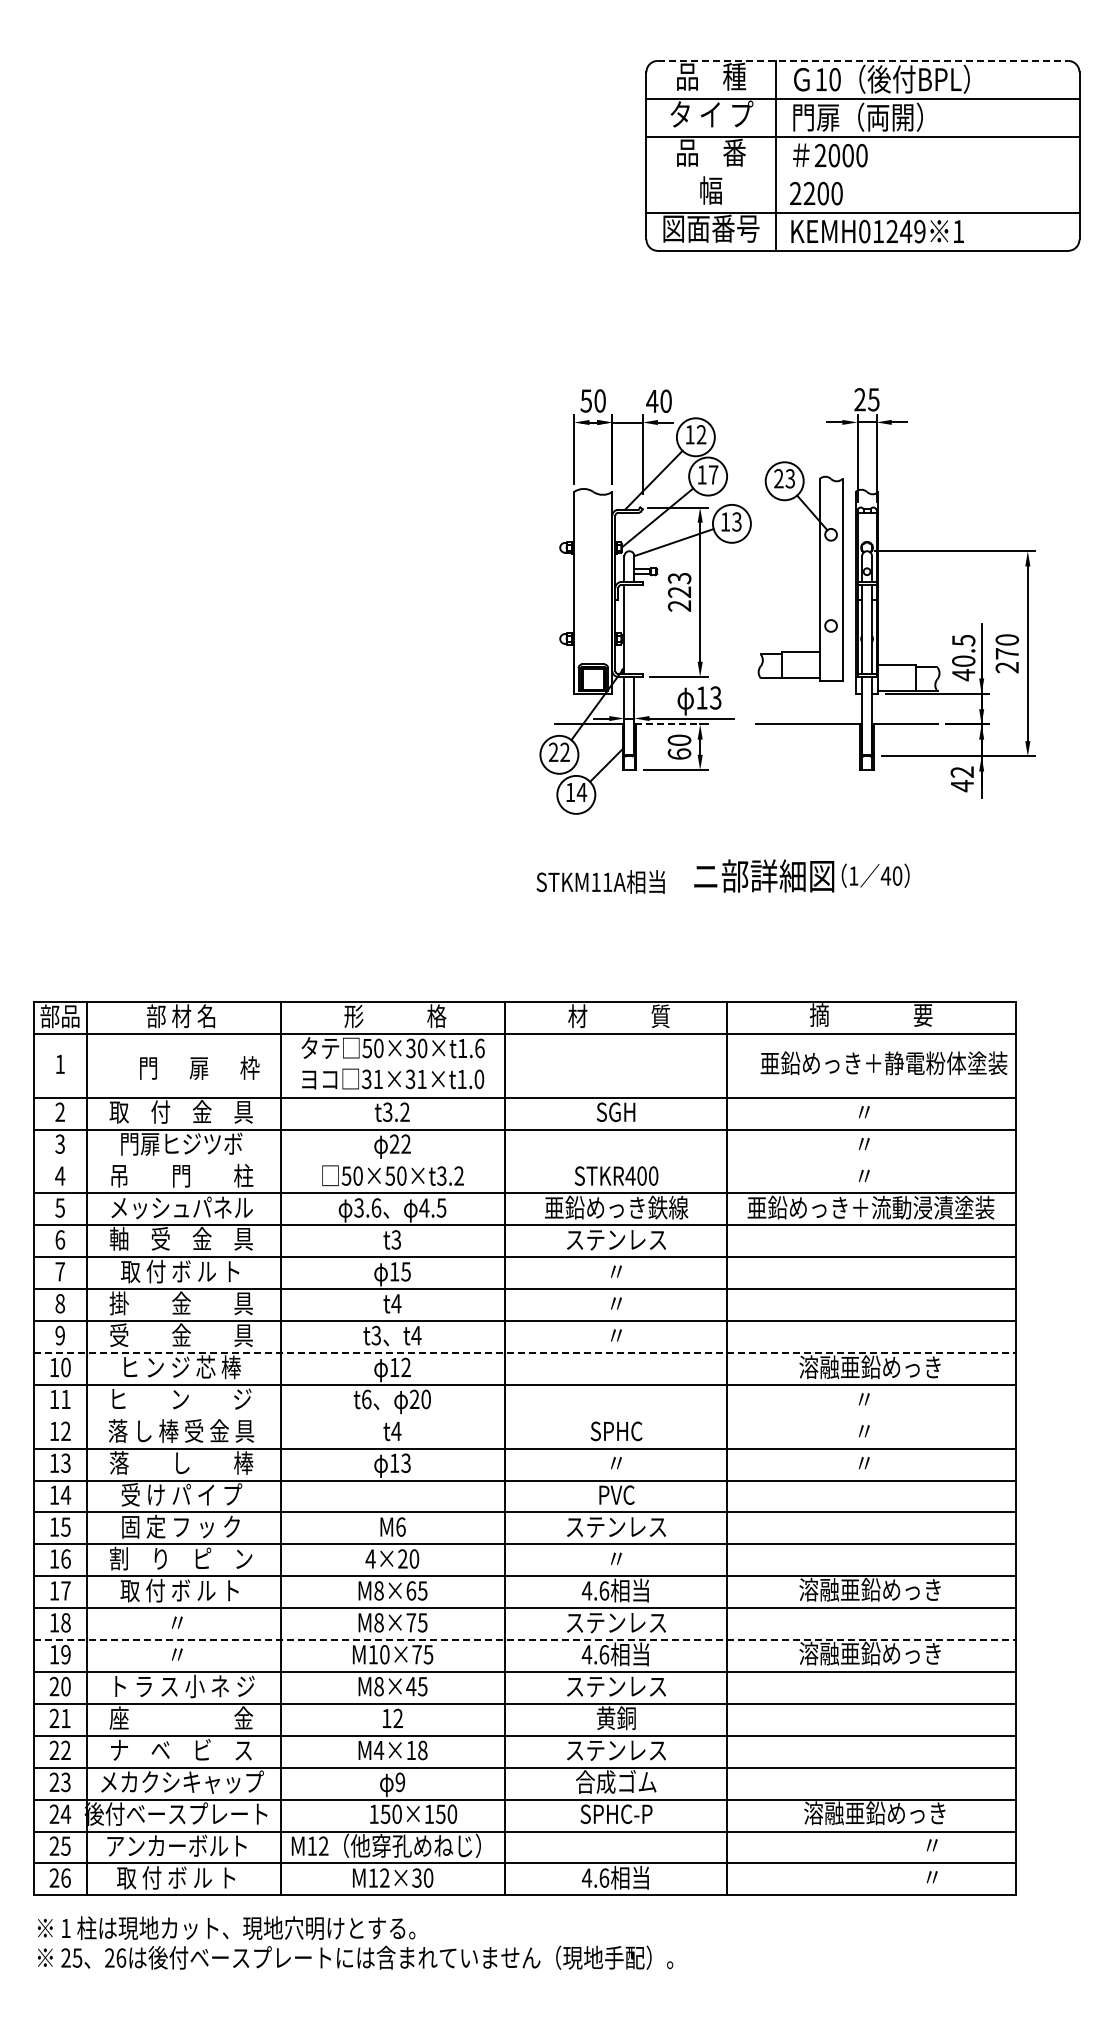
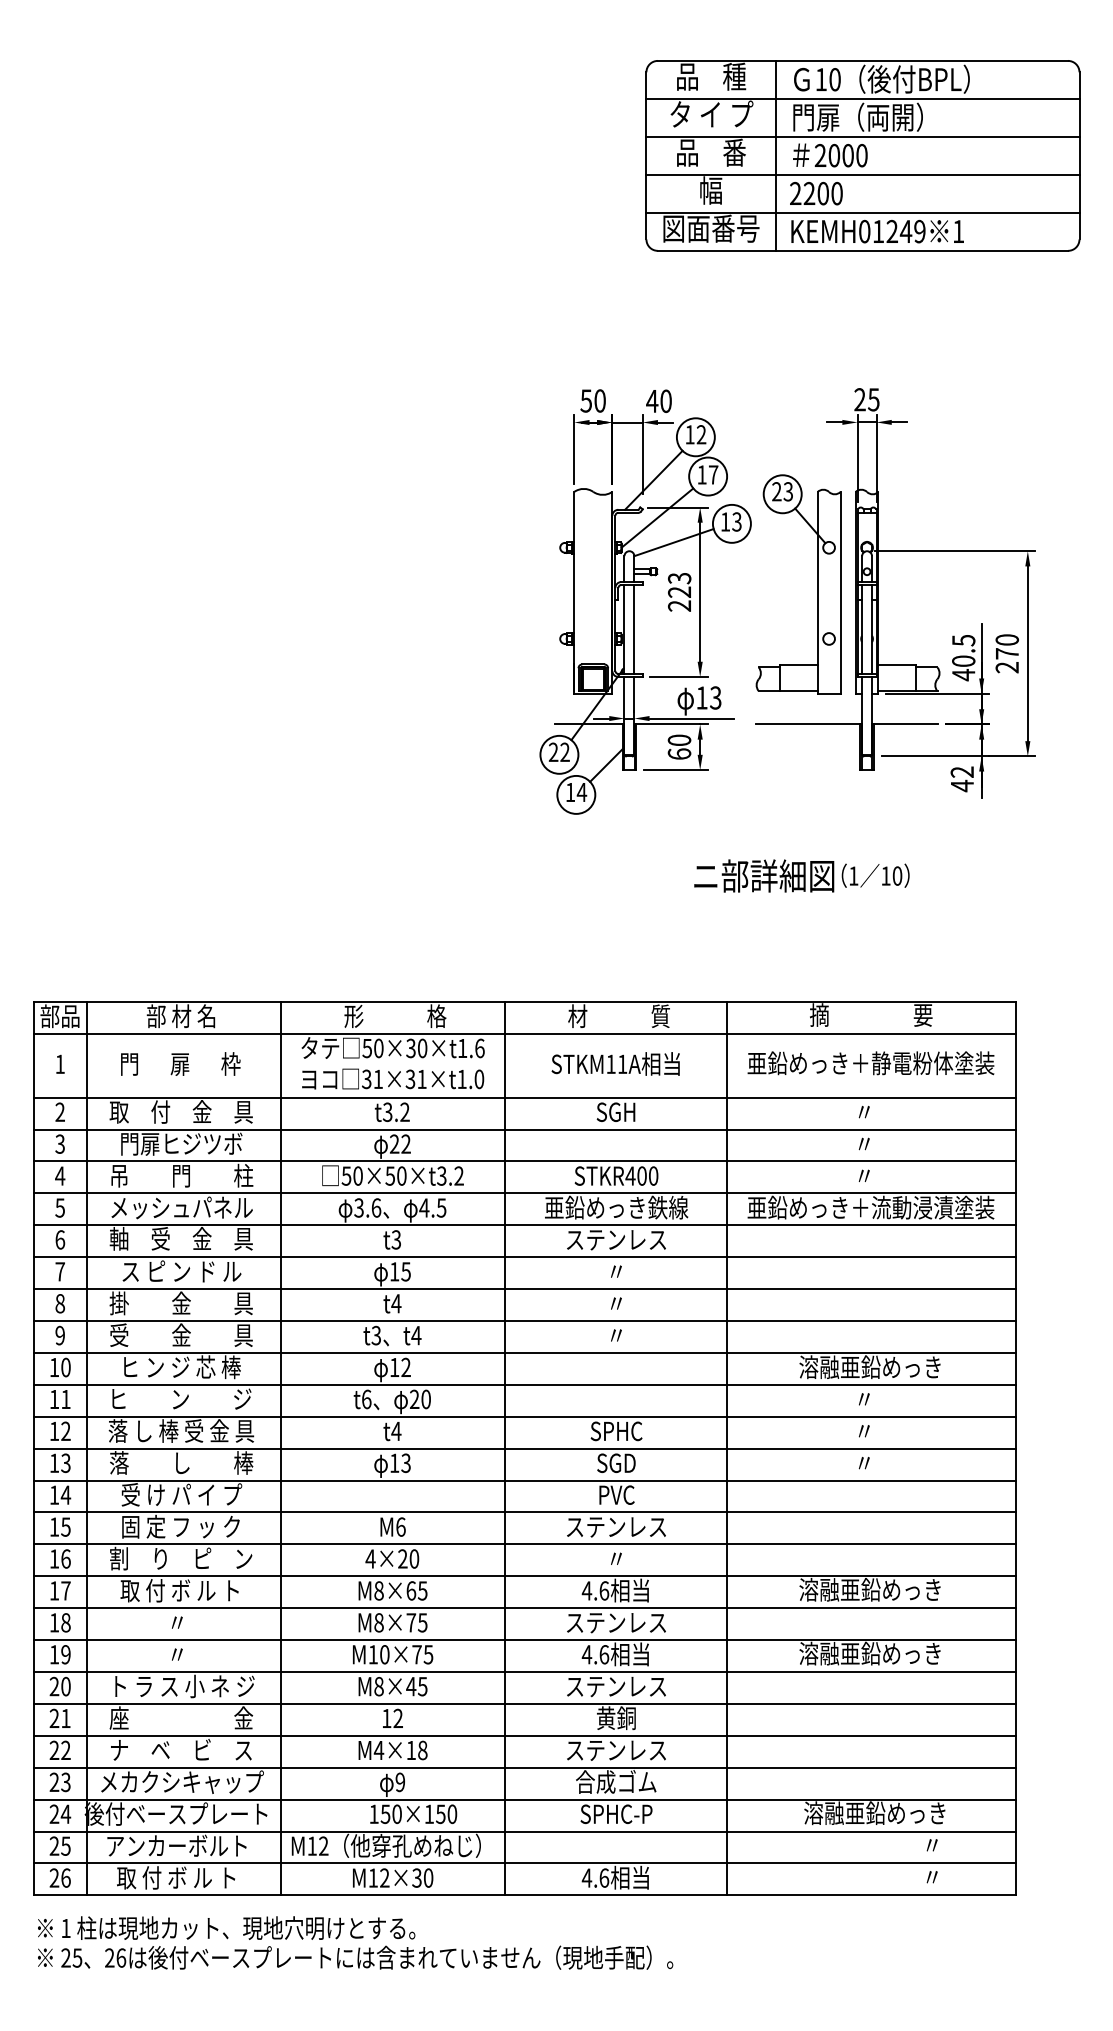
line at (863, 60): dashed -> solid
line at (862, 174): none -> present
part at (819, 571) position: (819, 571) -> (817, 584)
line at (634, 629): none -> present
line at (667, 724): dashed -> solid
text at (885, 875): 40 -> 10
text at (600, 881) position: (600, 881) -> (615, 1063)
text at (883, 1063) position: (883, 1063) -> (870, 1063)
text at (199, 1067) position: (199, 1067) -> (180, 1063)
line at (524, 1161): none -> present
text at (181, 1271): 取 付 ボ ル ト -> ス ピ ン ド ル
line at (525, 1352): dashed -> solid
line at (524, 1416): none -> present
text at (616, 1463): 〃 -> SGD
line at (525, 1640): dashed -> solid
